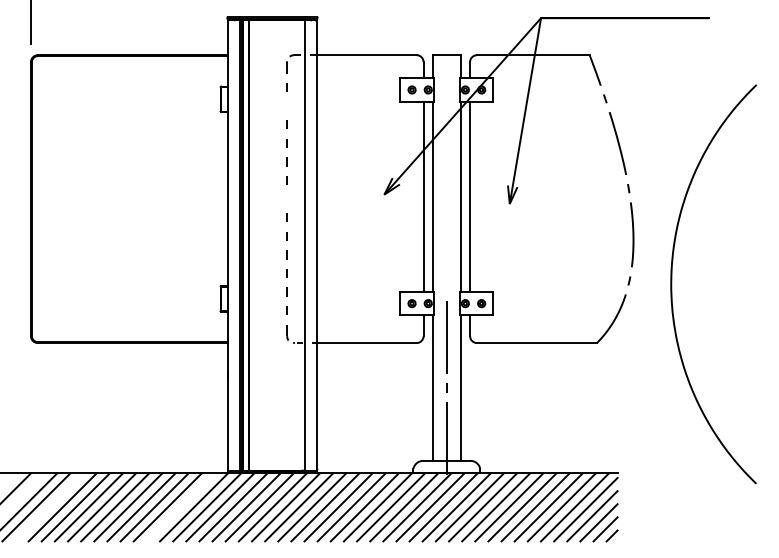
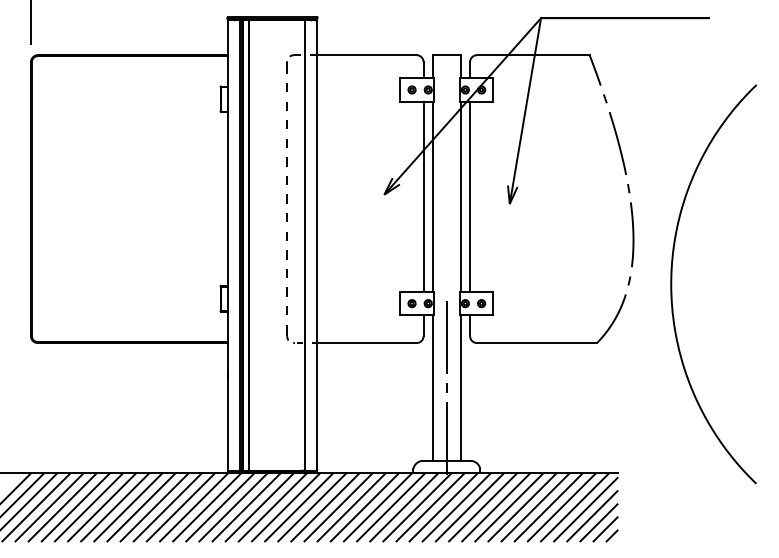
curve at (286, 106): none -> present
curve at (286, 198): none -> present
line at (23, 494): none -> present
line at (49, 507): none -> present
line at (180, 507): none -> present
